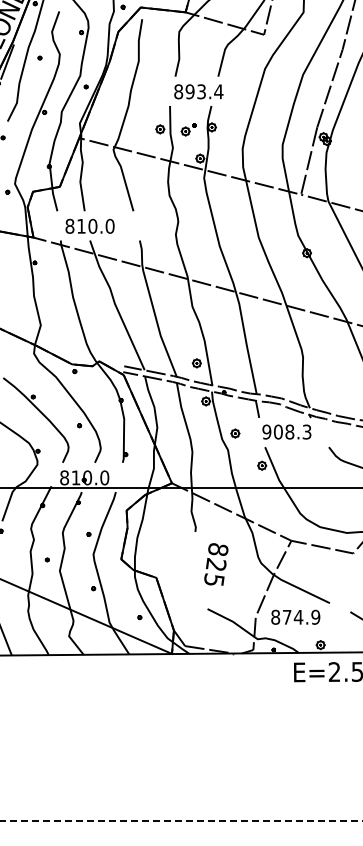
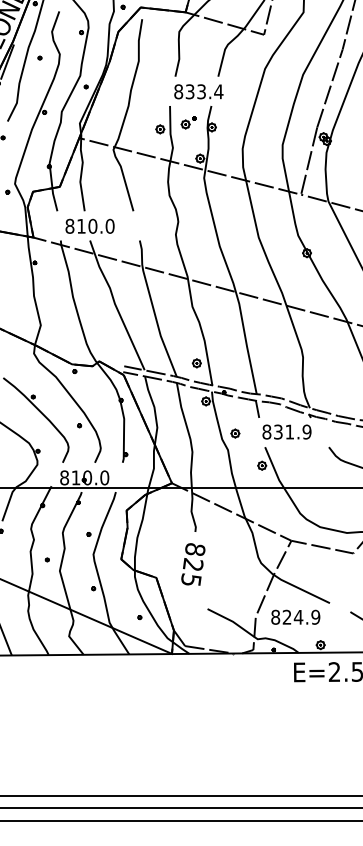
text at (189, 91): 893.4 -> 833.4
part at (188, 129) position: (188, 129) -> (188, 122)
text at (286, 431): 908.3 -> 831.9
text at (216, 564) position: (216, 564) -> (193, 564)
text at (286, 616): 874.9 -> 824.9
line at (180, 796): none -> present
line at (180, 808): none -> present
line at (181, 820): dashed -> solid
